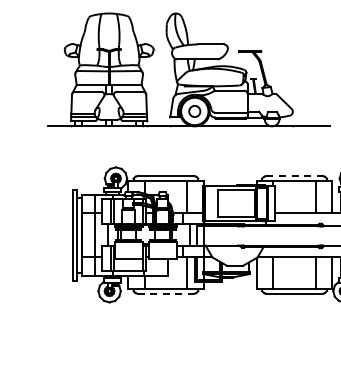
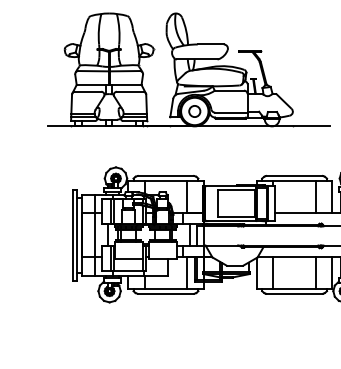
line at (295, 175): dashed -> solid
line at (166, 293): dashed -> solid
